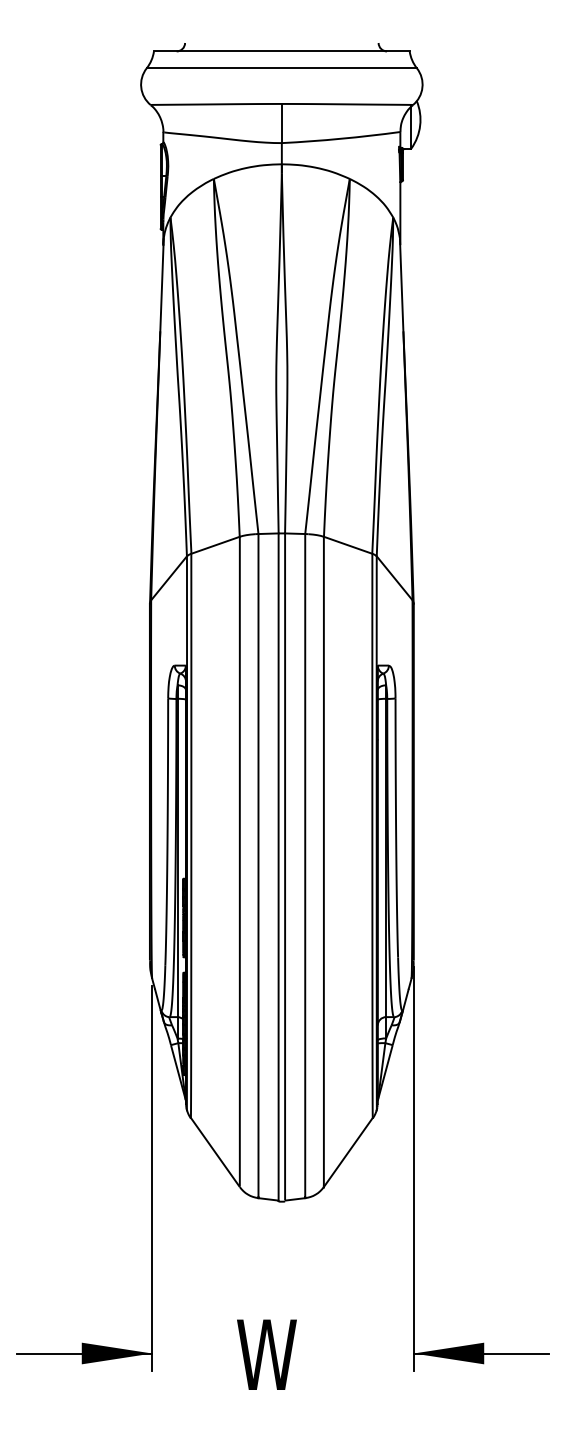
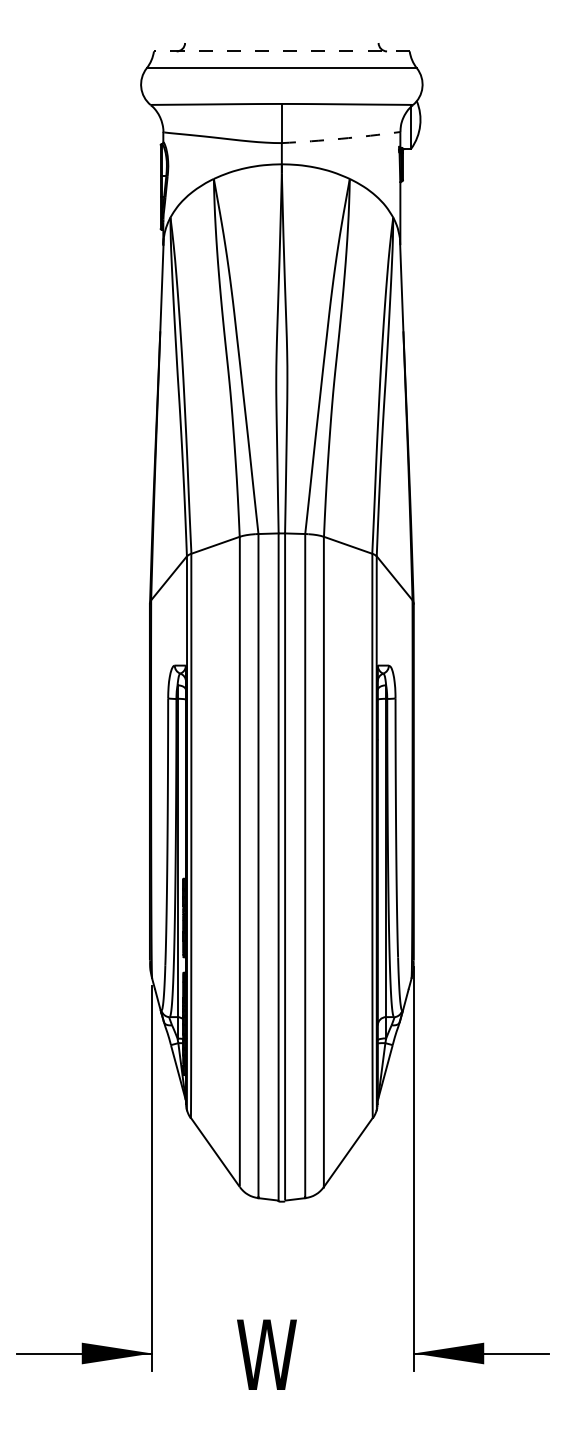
line at (281, 51): solid -> dashed
arc at (341, 138): solid -> dashed
